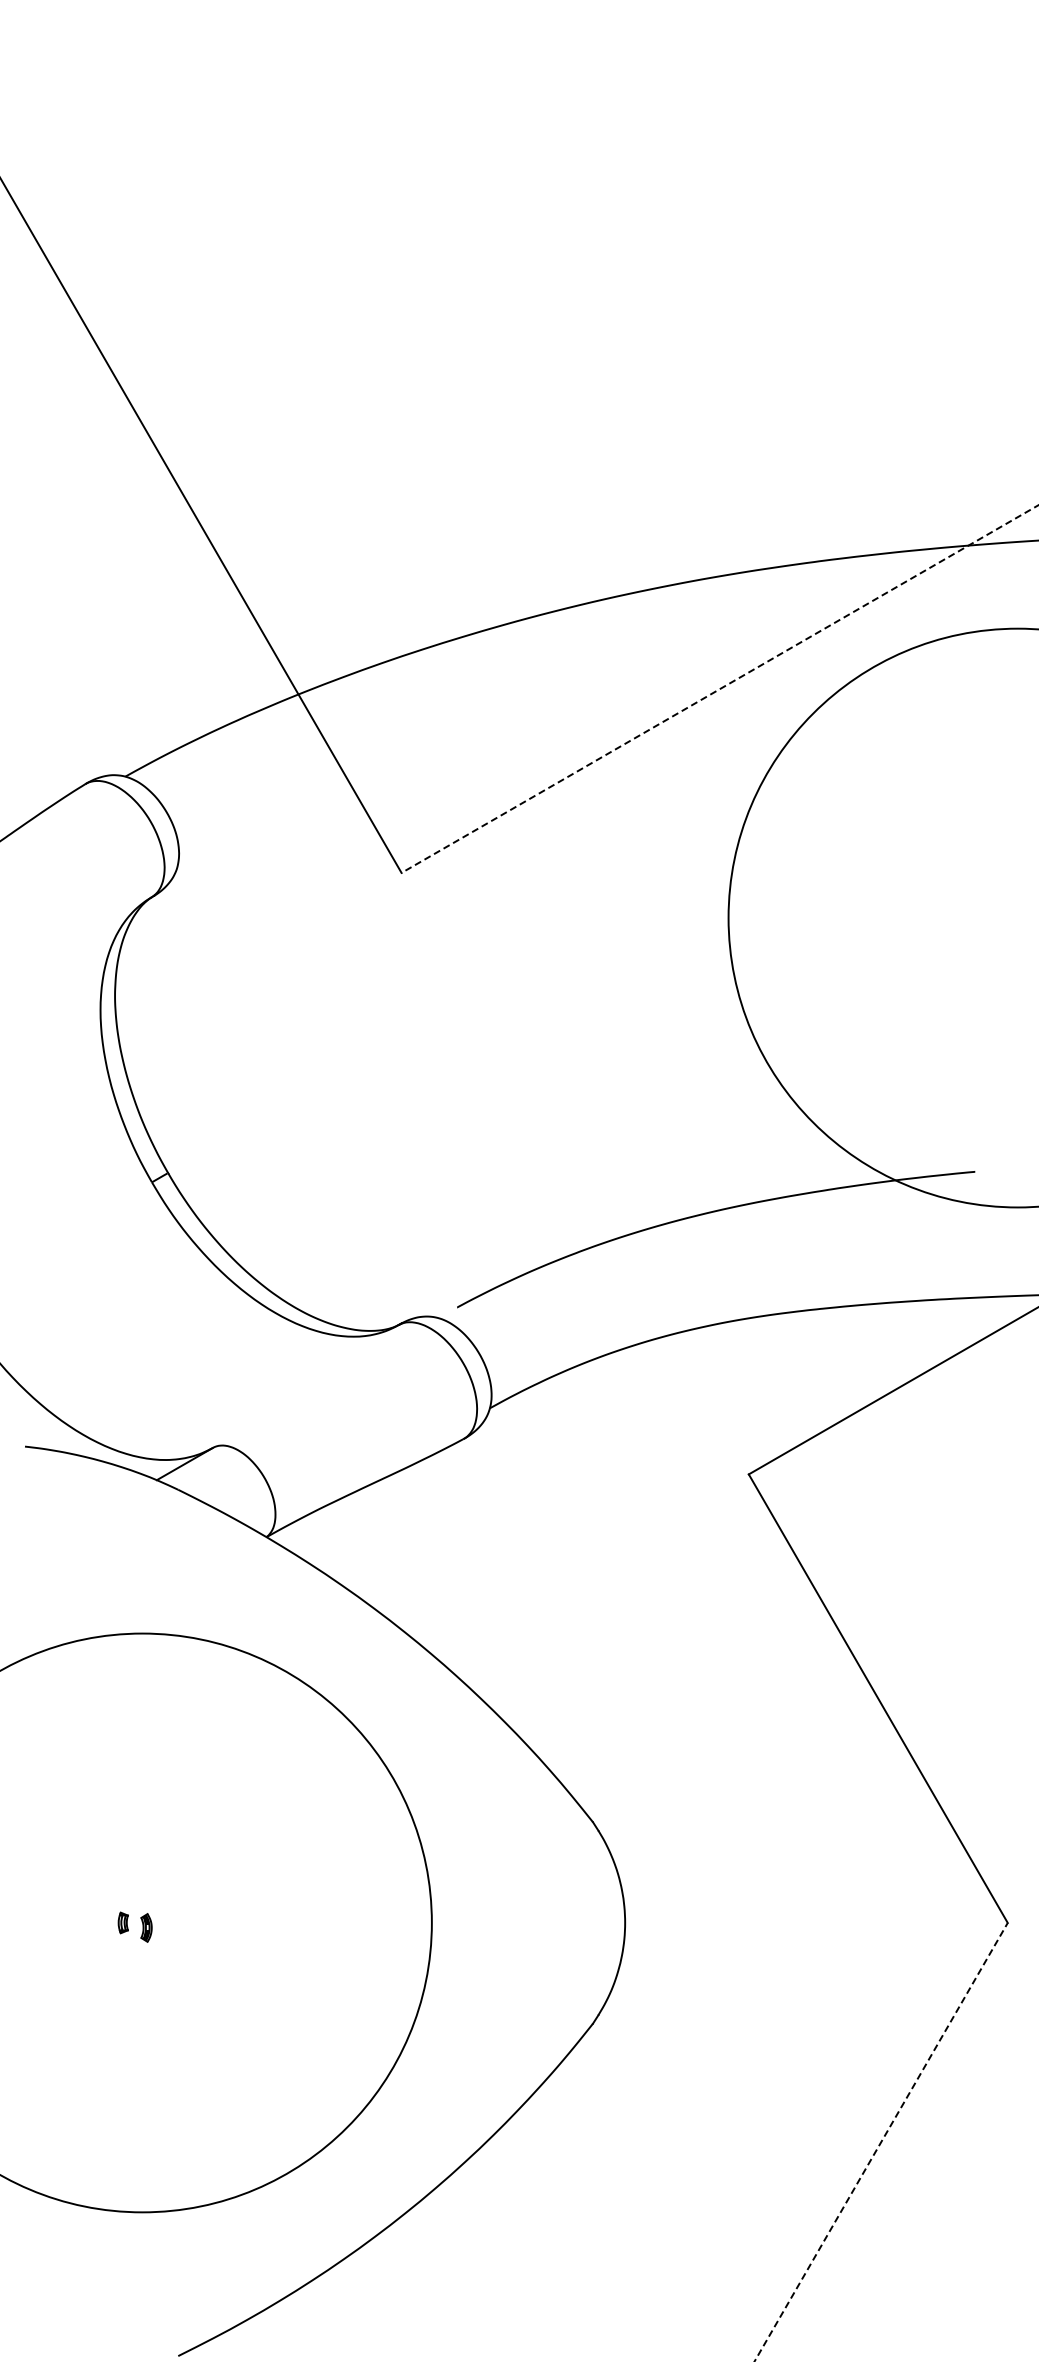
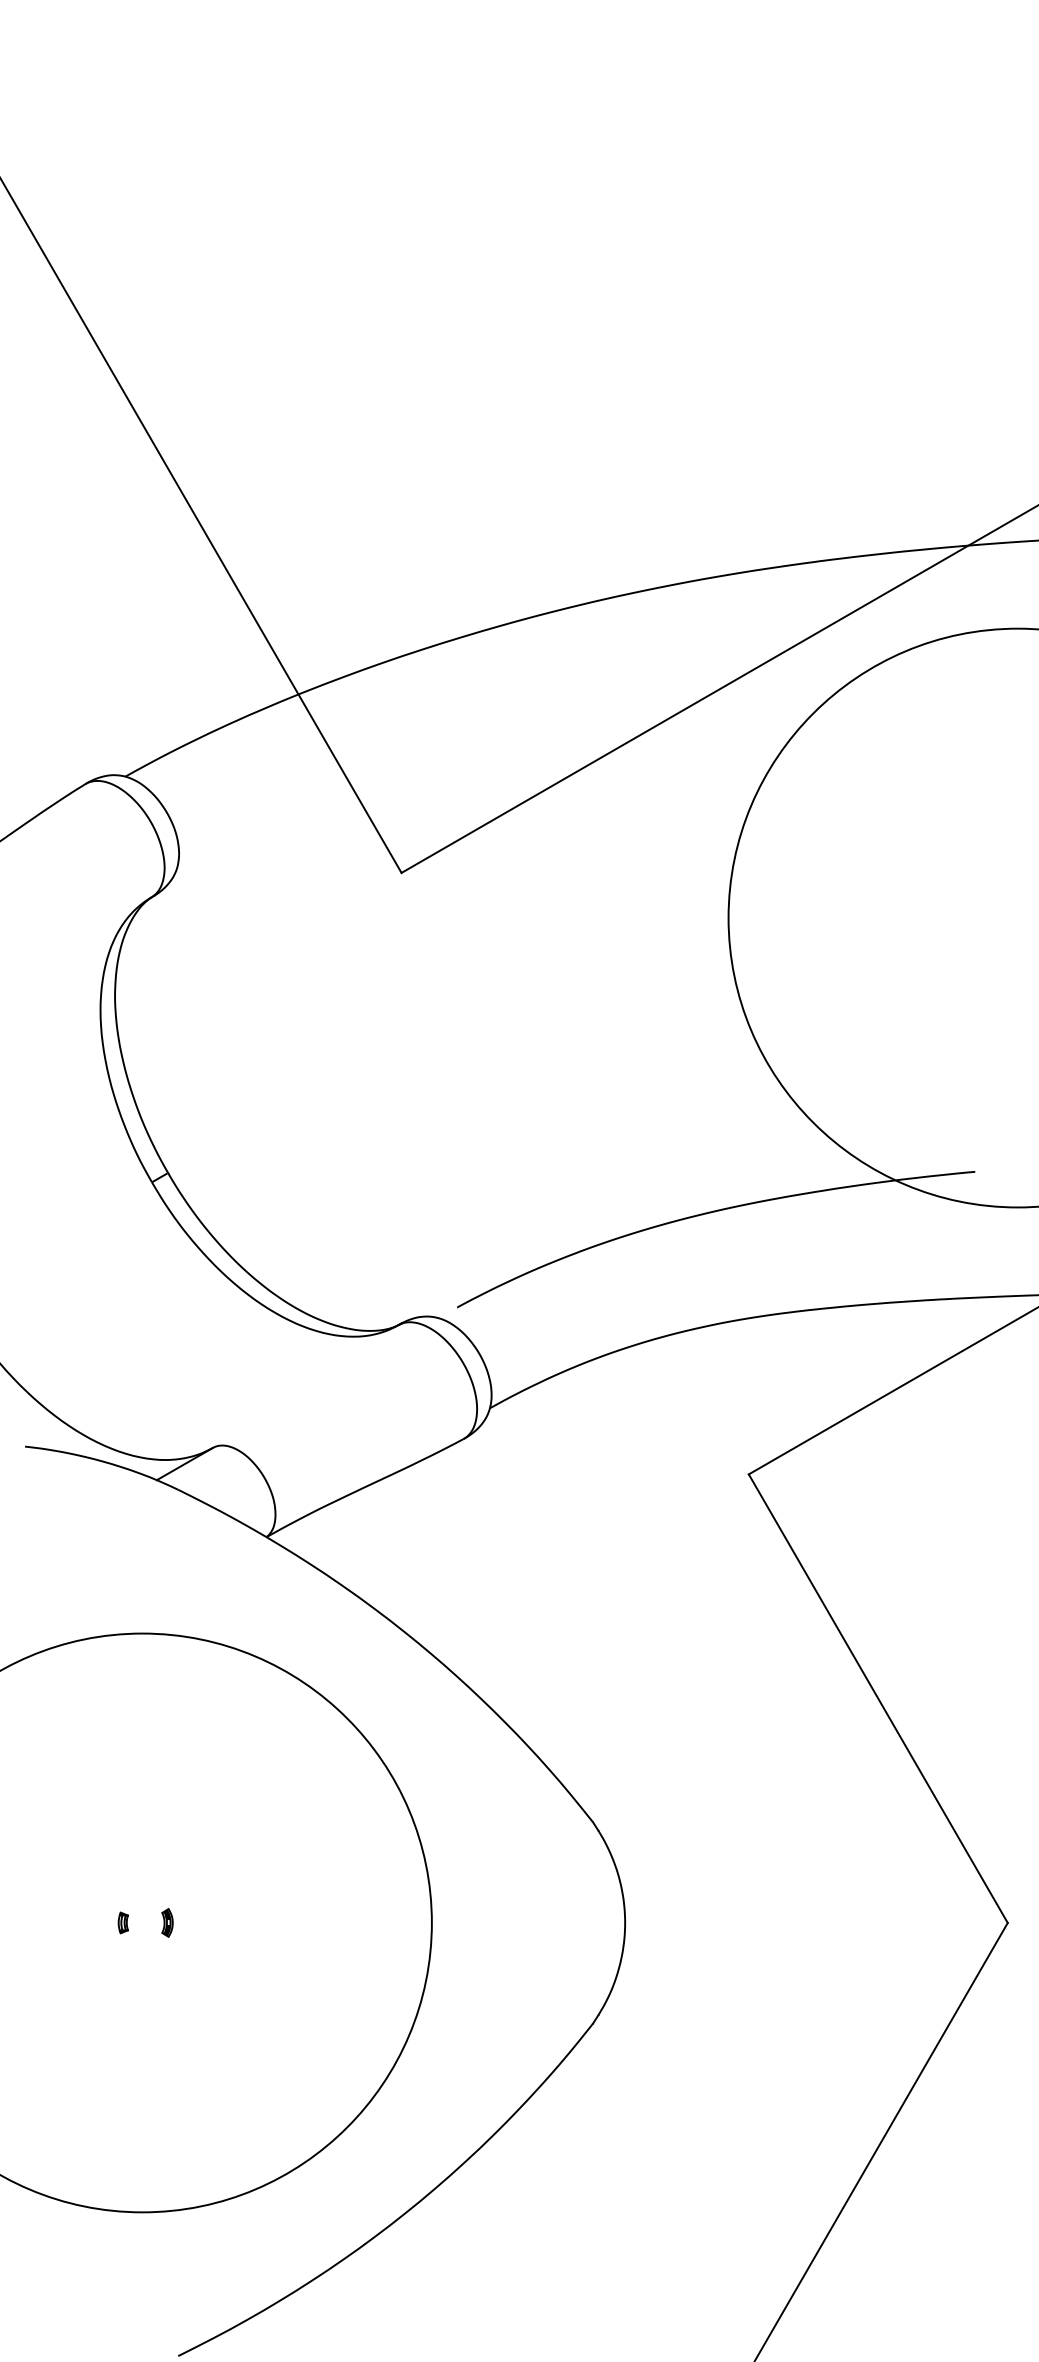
line at (720, 689): dashed -> solid
part at (146, 1927) position: (146, 1927) -> (167, 1922)
line at (881, 2142): dashed -> solid
